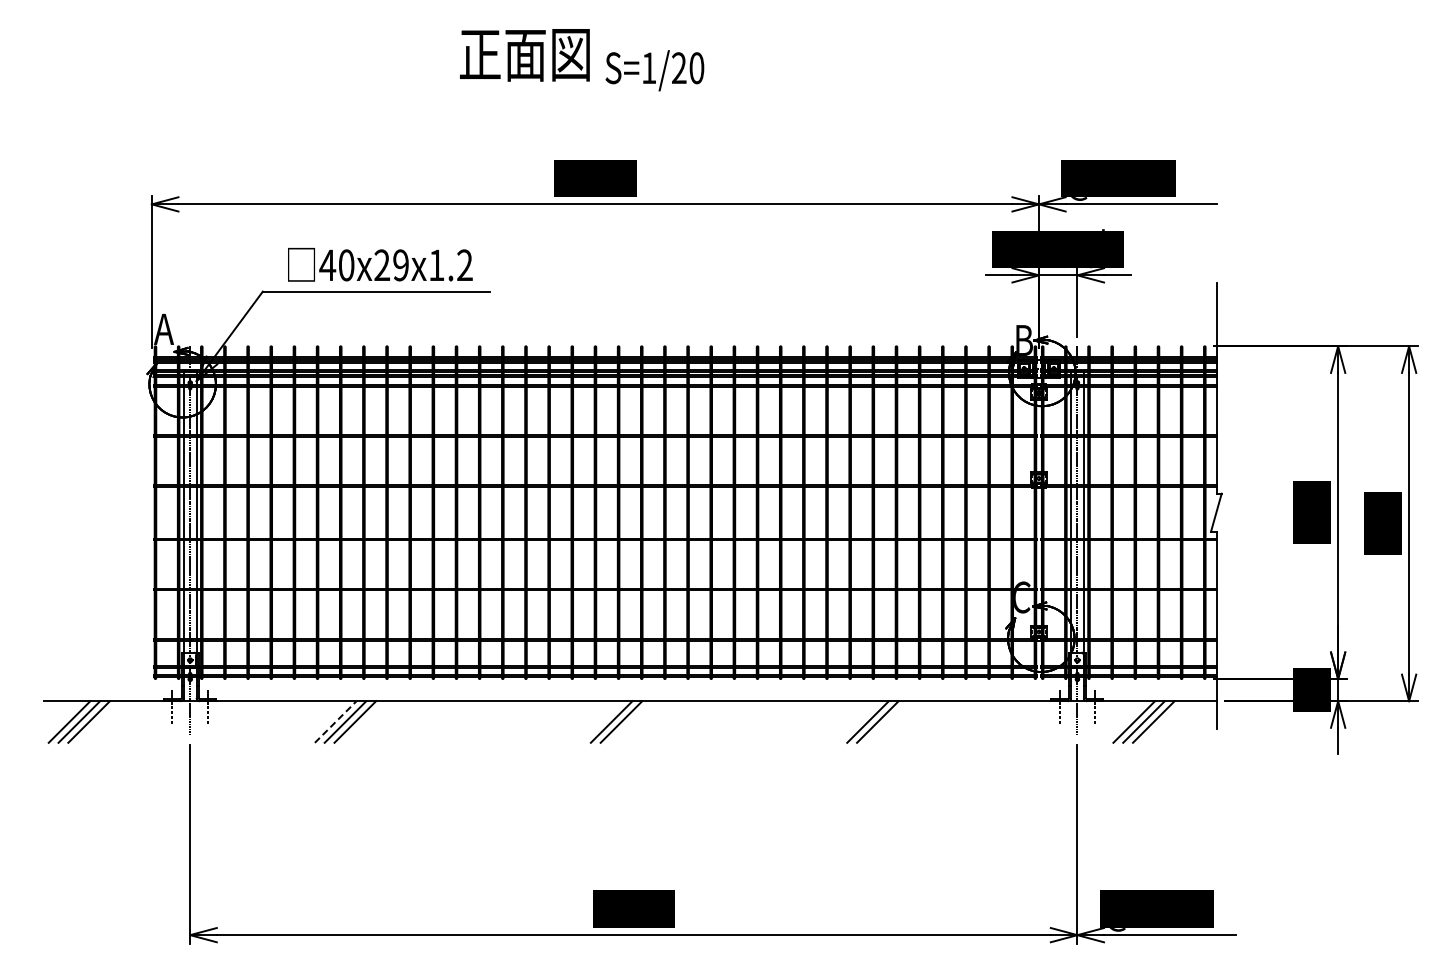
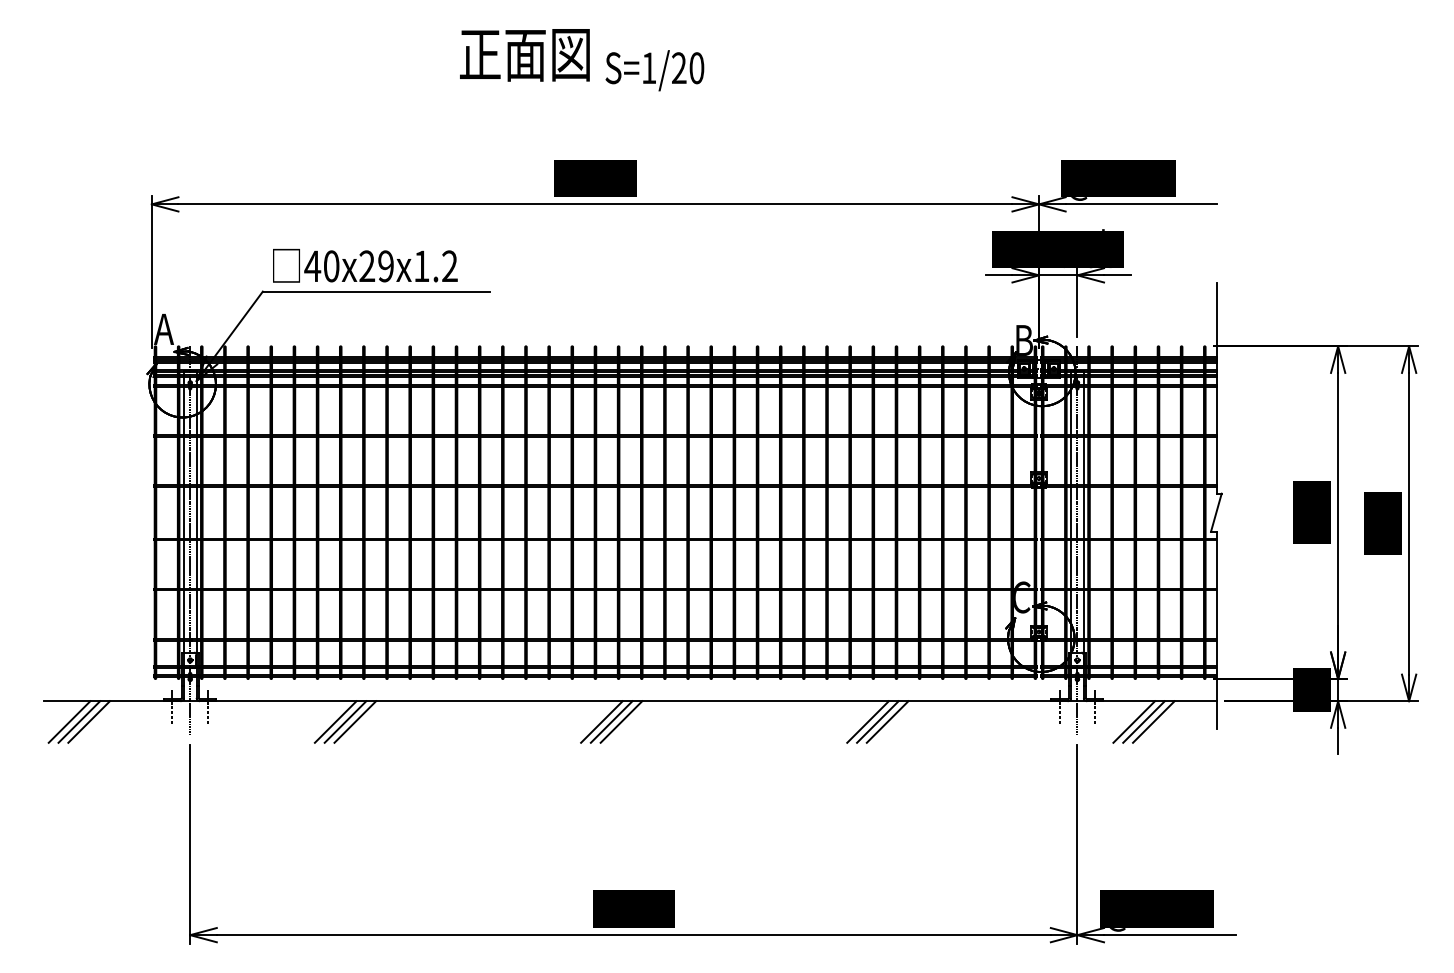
text at (380, 264) position: (380, 264) -> (365, 265)
line at (336, 721): dashed -> solid
line at (601, 721): none -> present
line at (887, 721): none -> present
